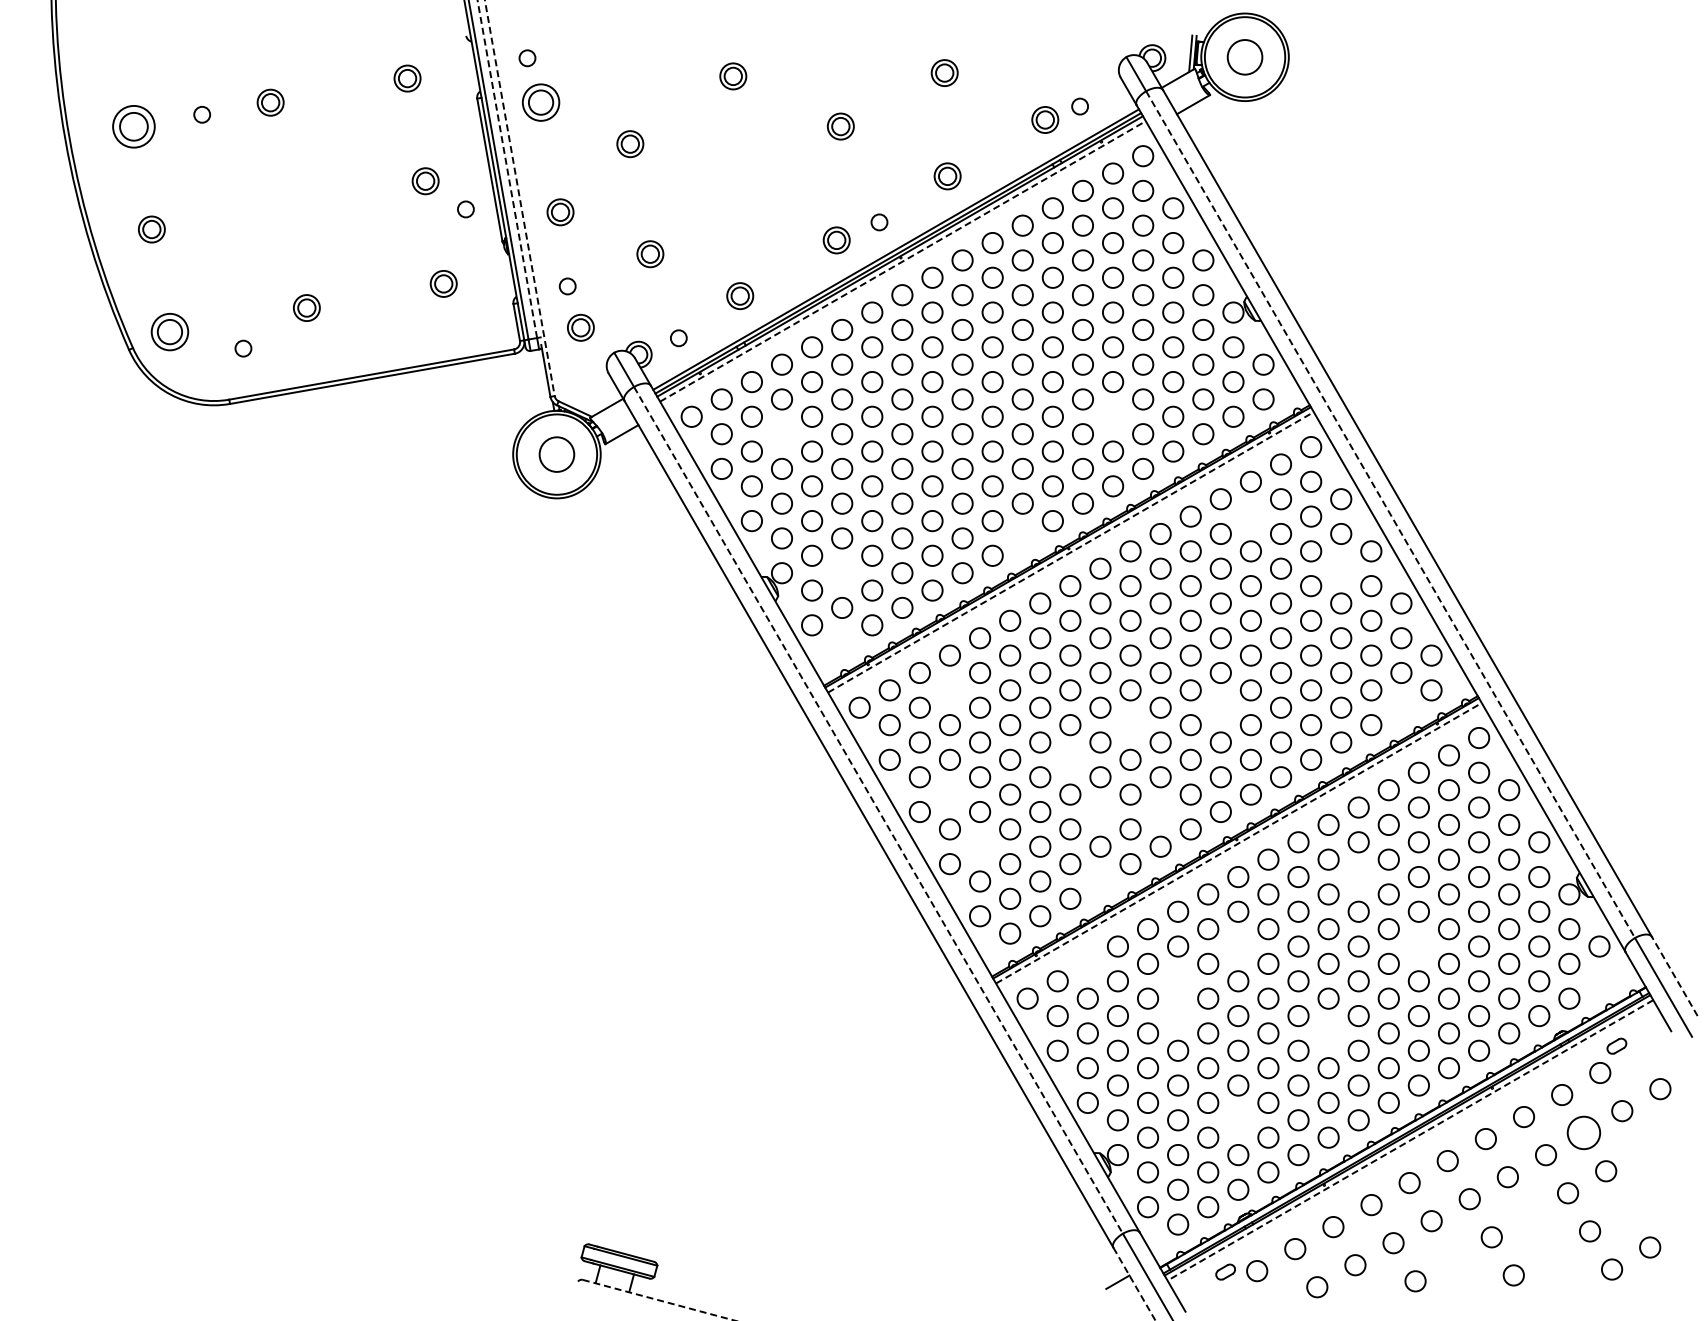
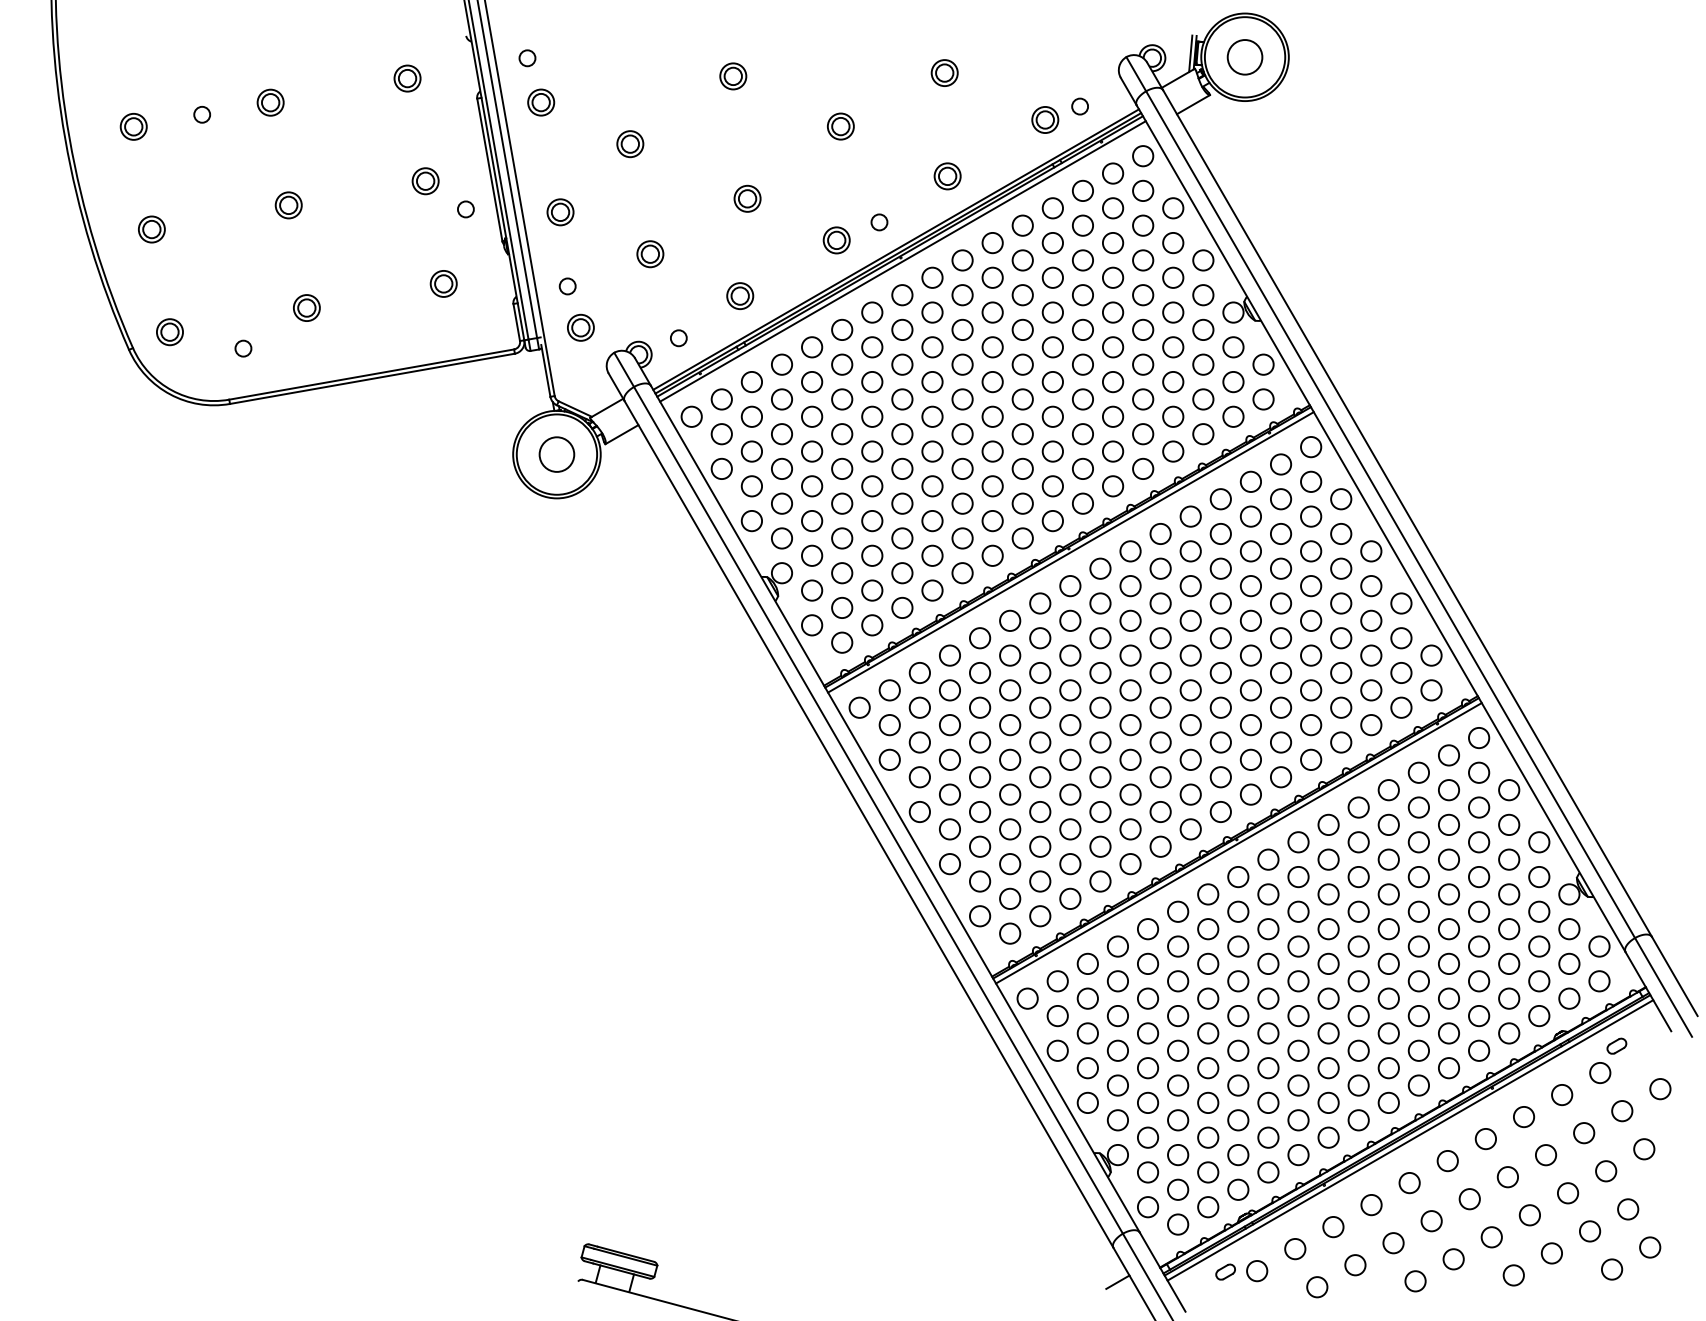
part at (540, 102) size: 40x39 px -> 29x29 px
part at (133, 126) size: 44x44 px -> 29x28 px
line at (507, 168): dashed -> solid
line at (519, 198): dashed -> solid
part at (747, 198): none -> present
part at (288, 205): none -> present
line at (903, 261): dashed -> solid
part at (169, 332) size: 40x39 px -> 28x29 px
circle at (1113, 416): none -> present
circle at (781, 434): none -> present
line at (1390, 514): dashed -> solid
circle at (1250, 516): none -> present
circle at (1022, 538): none -> present
line at (1071, 552): dashed -> solid
circle at (1341, 568): none -> present
circle at (842, 573): none -> present
circle at (842, 642): none -> present
circle at (949, 690): none -> present
circle at (1220, 707): none -> present
circle at (1401, 707): none -> present
circle at (1130, 725): none -> present
circle at (1070, 759): none -> present
circle at (949, 794): none -> present
line at (878, 810): dashed -> solid
circle at (1100, 811): none -> present
circle at (1160, 811): none -> present
line at (1239, 843): dashed -> solid
circle at (980, 846): none -> present
circle at (1358, 877): none -> present
circle at (1100, 881): none -> present
circle at (1238, 946): none -> present
circle at (1418, 946): none -> present
circle at (1087, 963): none -> present
line at (1674, 976): dashed -> solid
circle at (1178, 981): none -> present
circle at (1599, 981): none -> present
circle at (1178, 1016): none -> present
circle at (1328, 1033): none -> present
circle at (1238, 1120): none -> present
circle at (1583, 1132) size: 36x36 px -> 23x23 px
line at (1410, 1140): dashed -> solid
circle at (1644, 1149): none -> present
circle at (1628, 1209): none -> present
circle at (1529, 1215): none -> present
circle at (1551, 1253): none -> present
circle at (1453, 1259): none -> present
line at (1134, 1284): dashed -> solid
line at (659, 1300): dashed -> solid
